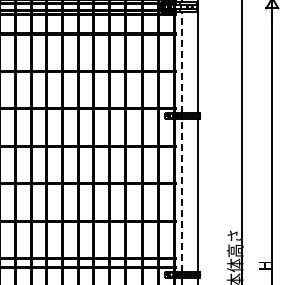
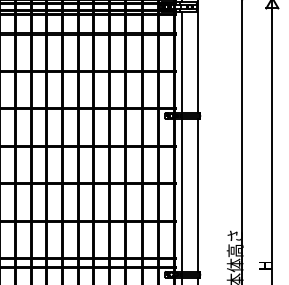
line at (182, 62): dashed -> solid
line at (182, 194): dashed -> solid
